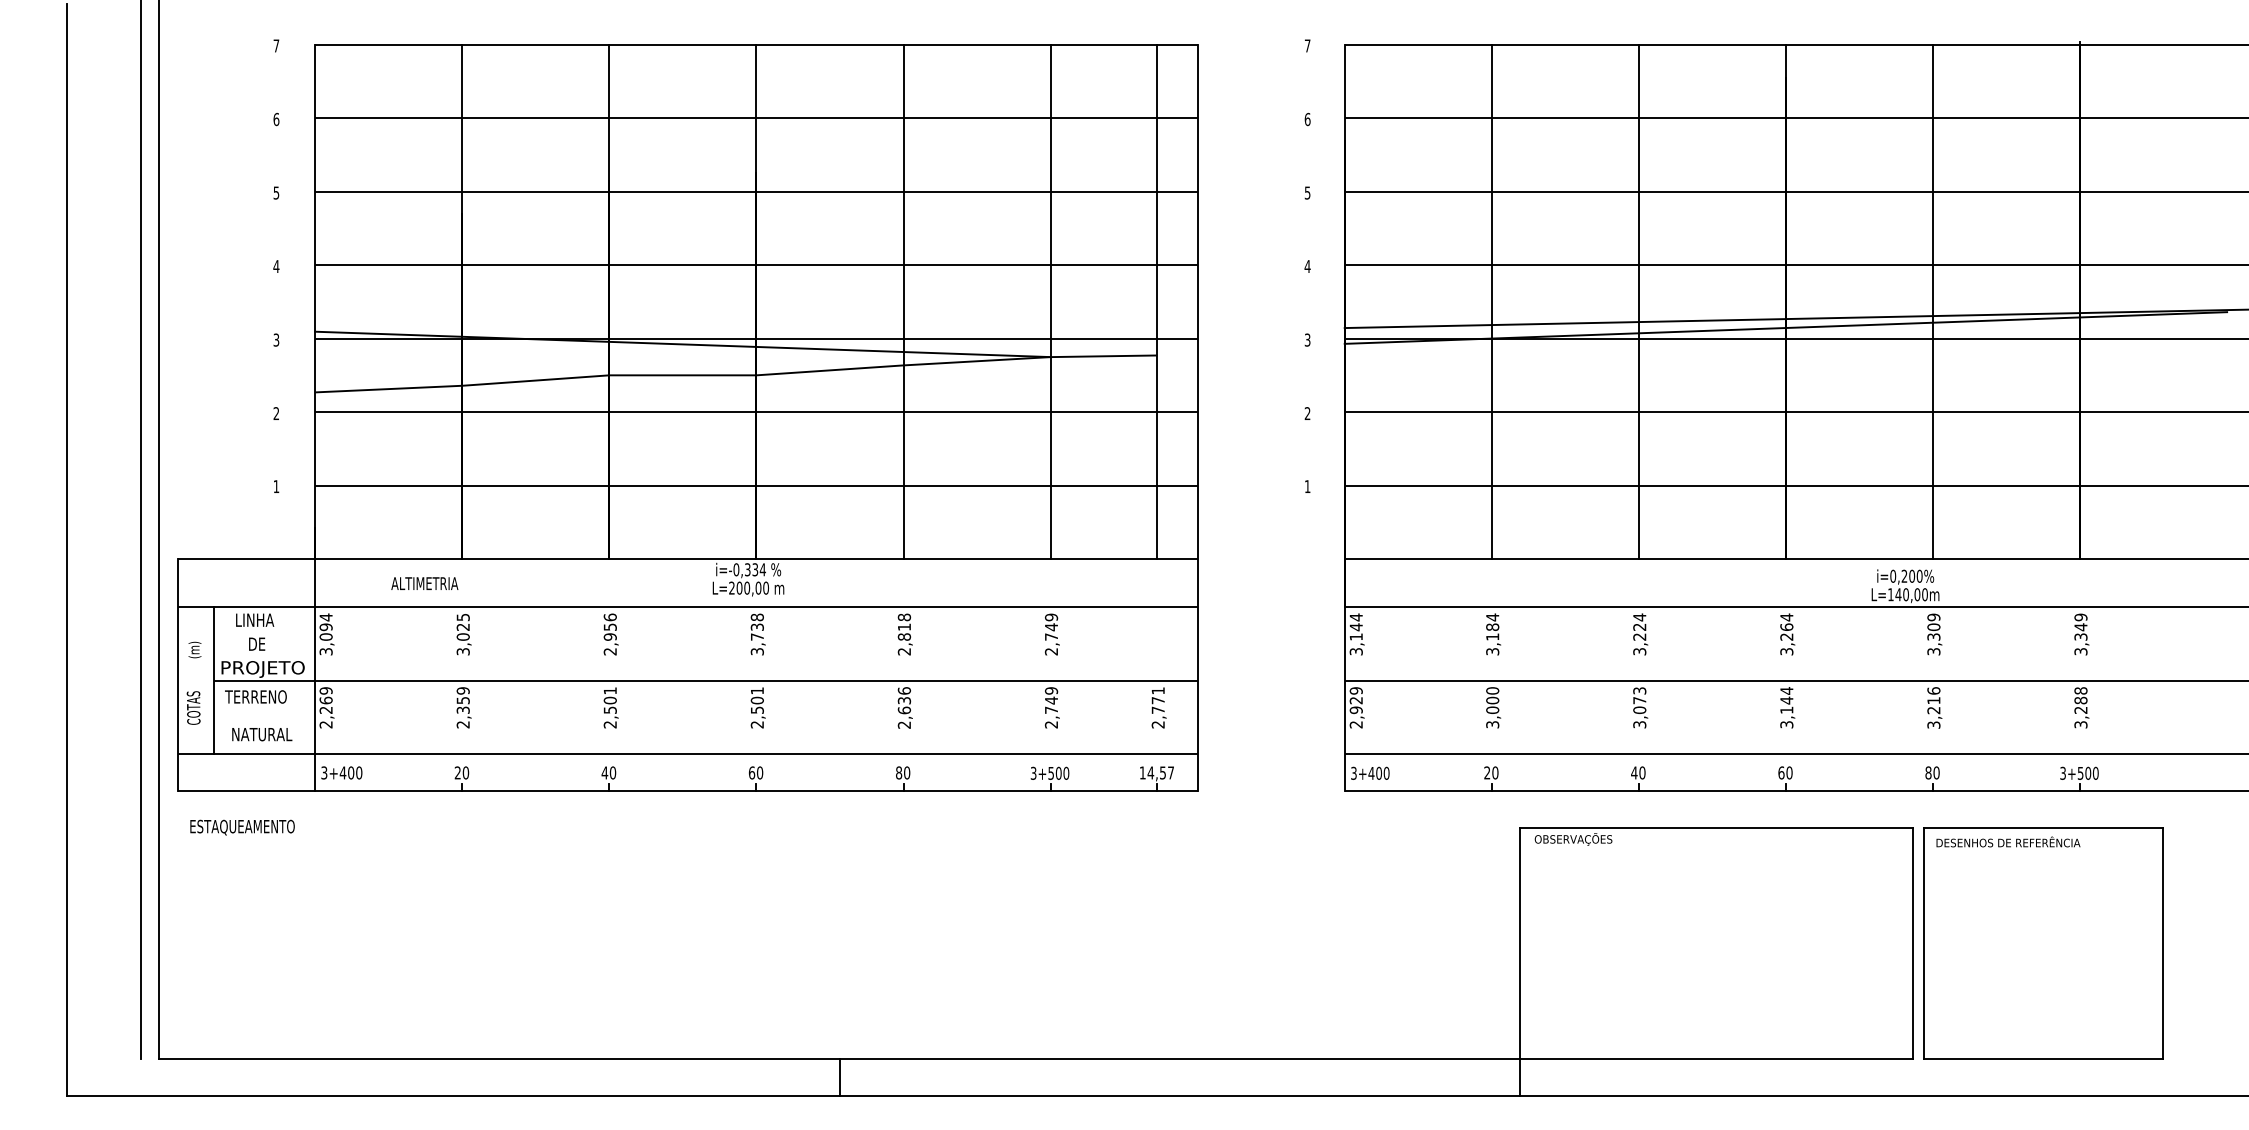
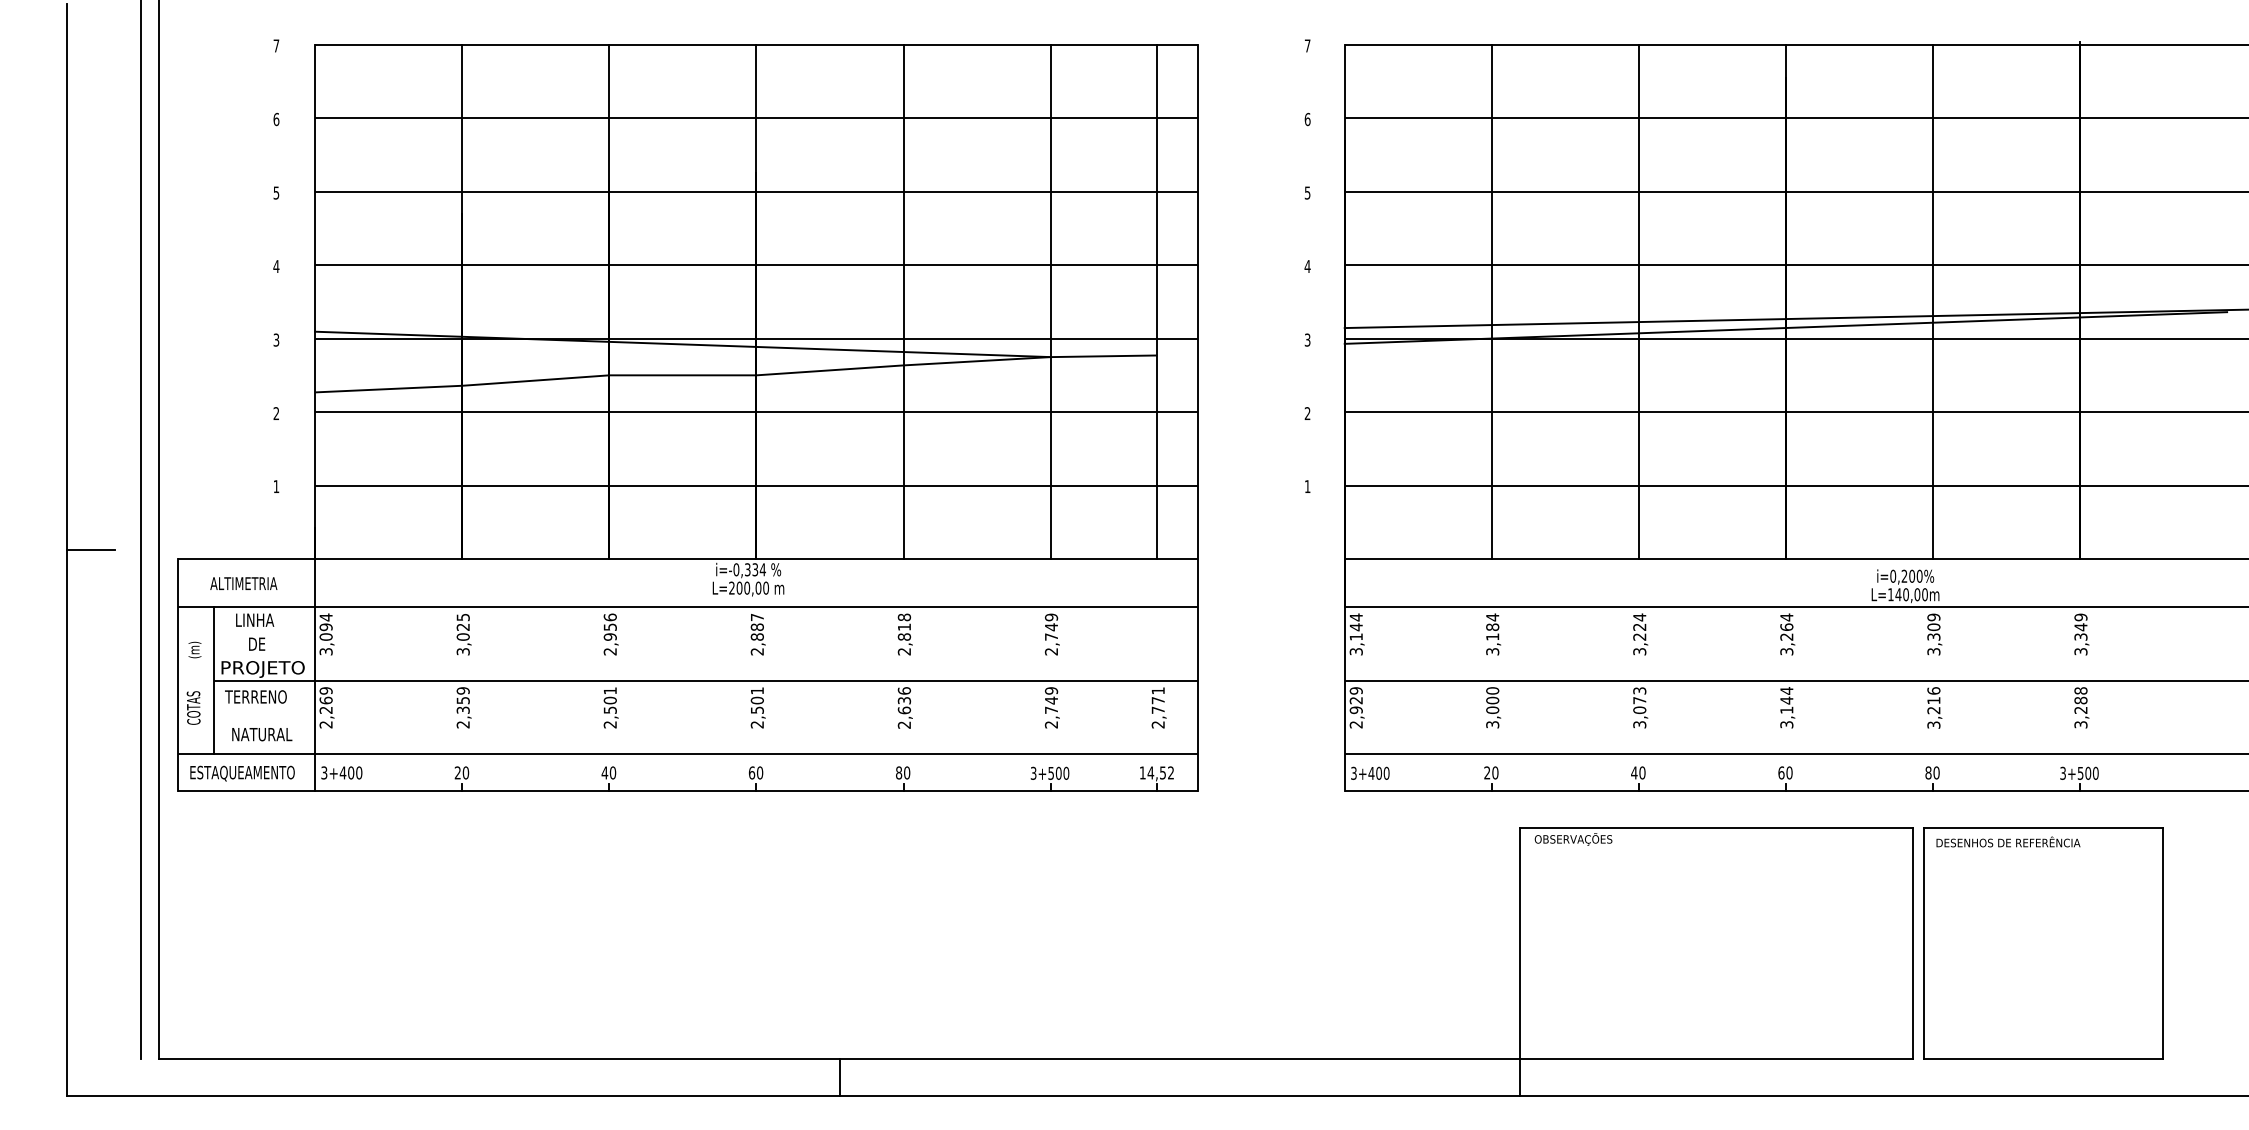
line at (90, 550): none -> present
text at (424, 583) position: (424, 583) -> (243, 583)
text at (756, 634): 3,738 -> 2,887
text at (1170, 772): 14,57 -> 14,52
text at (242, 827) position: (242, 827) -> (242, 773)
